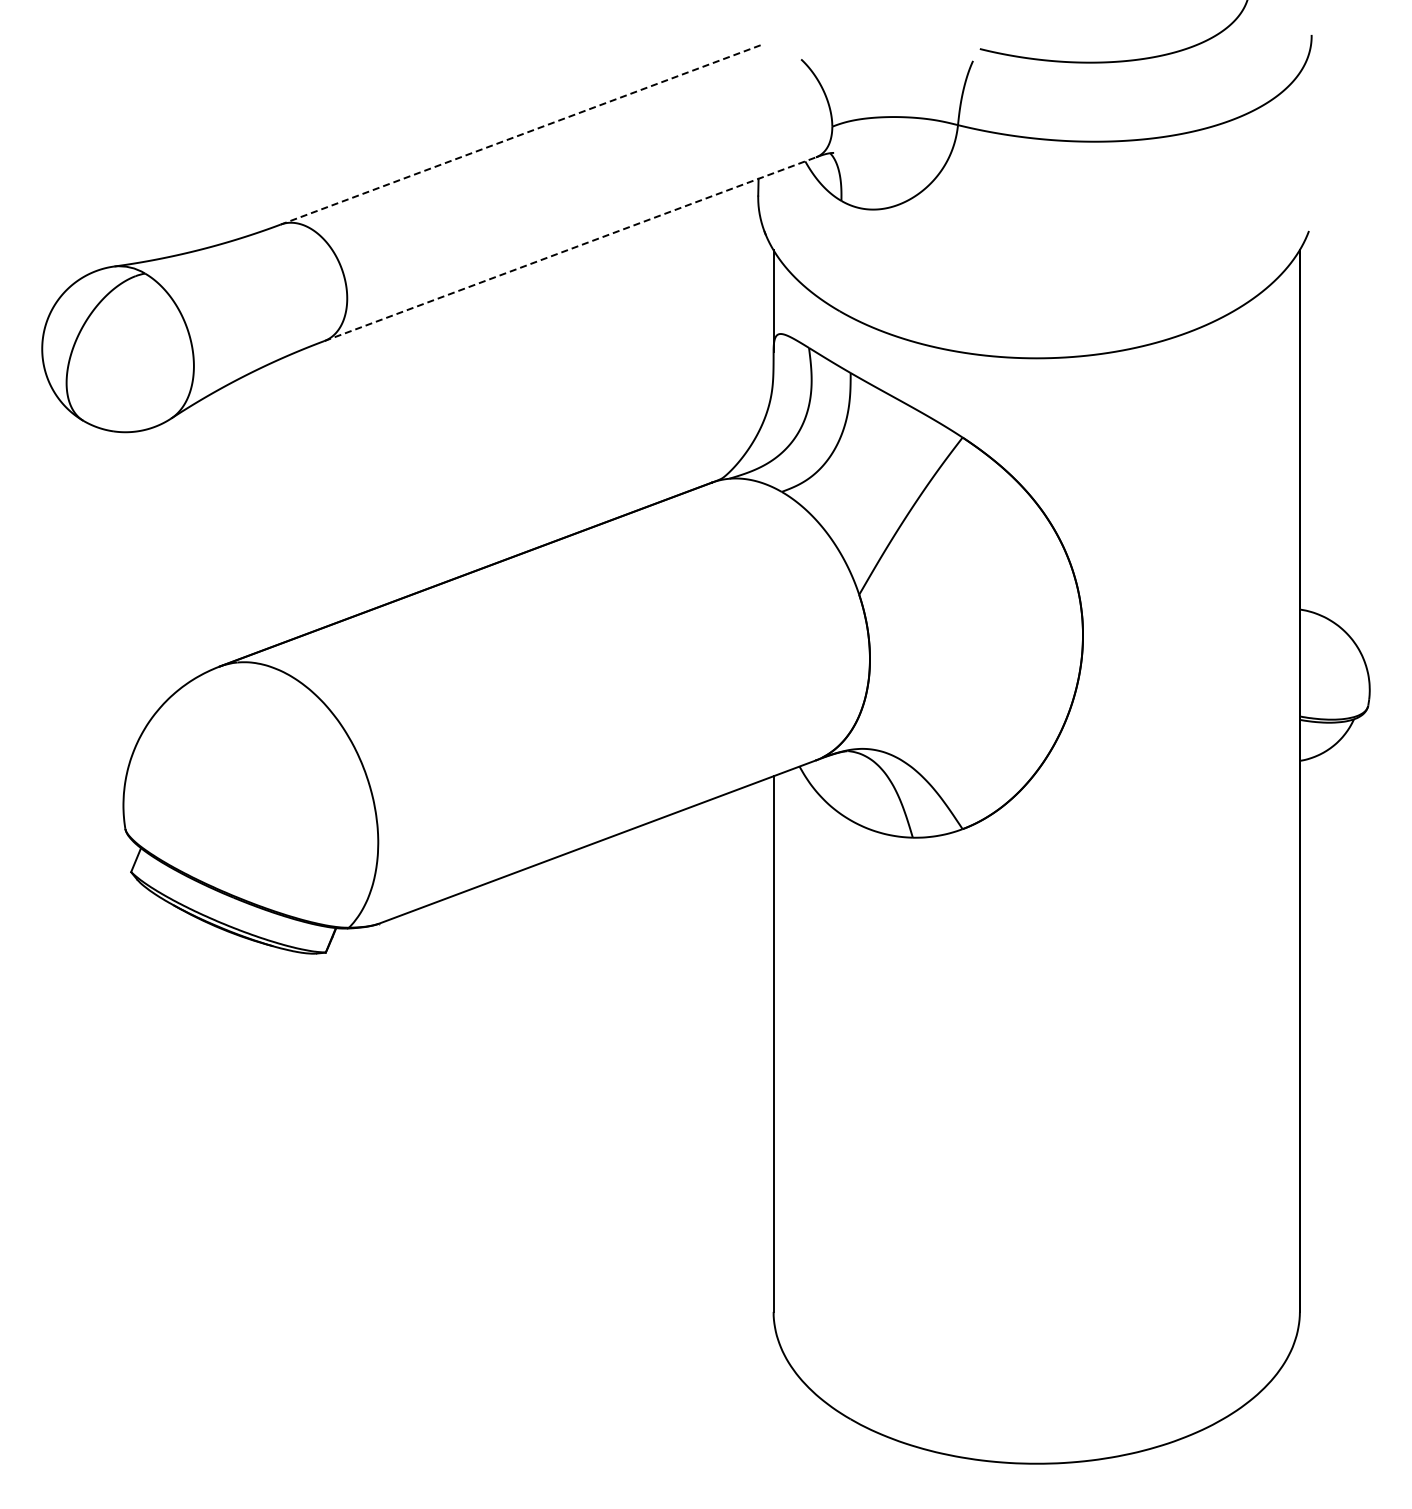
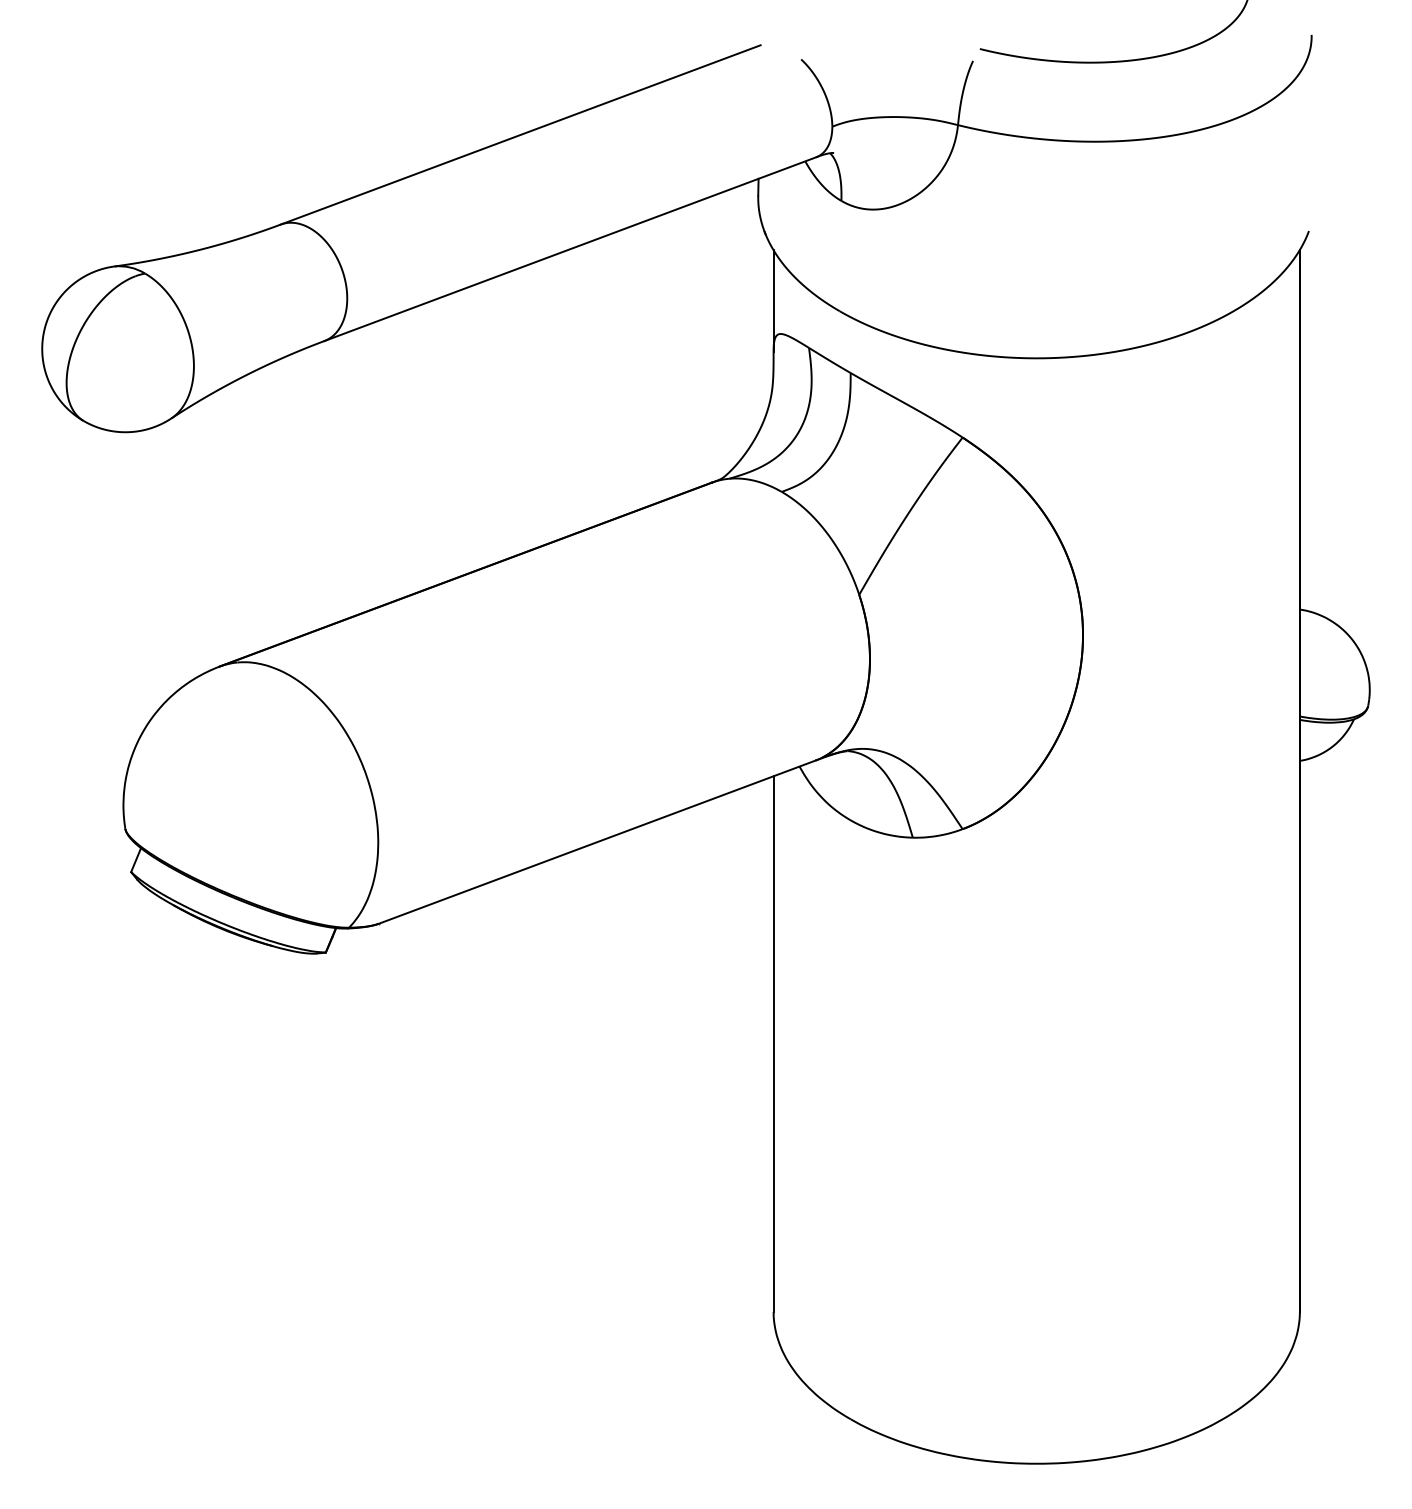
line at (520, 135): dashed -> solid
line at (570, 249): dashed -> solid
